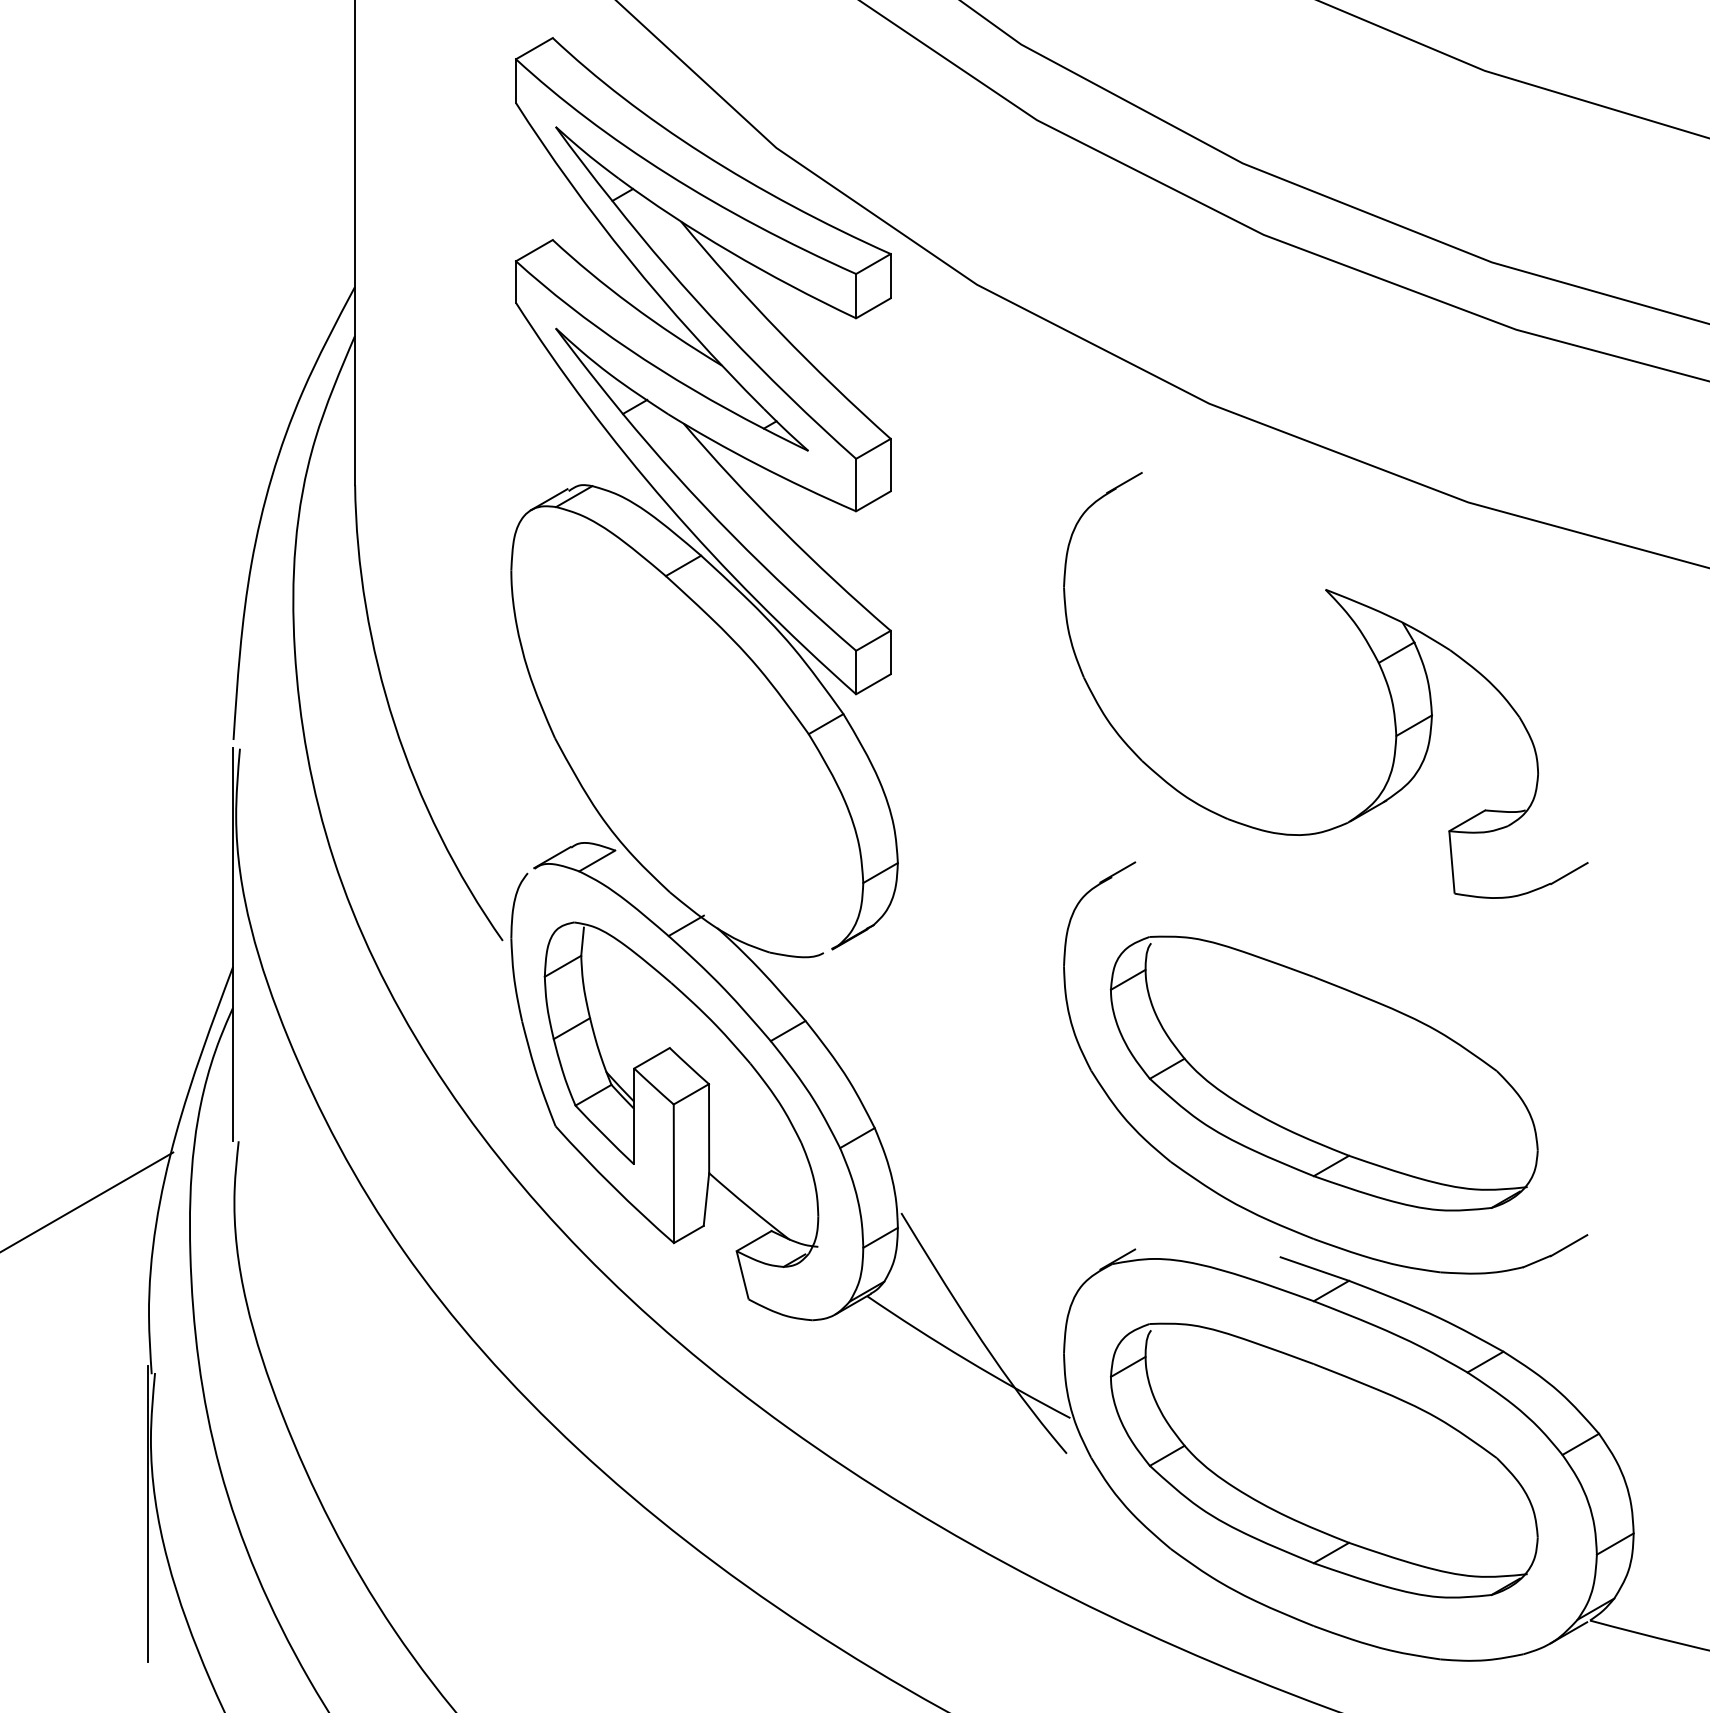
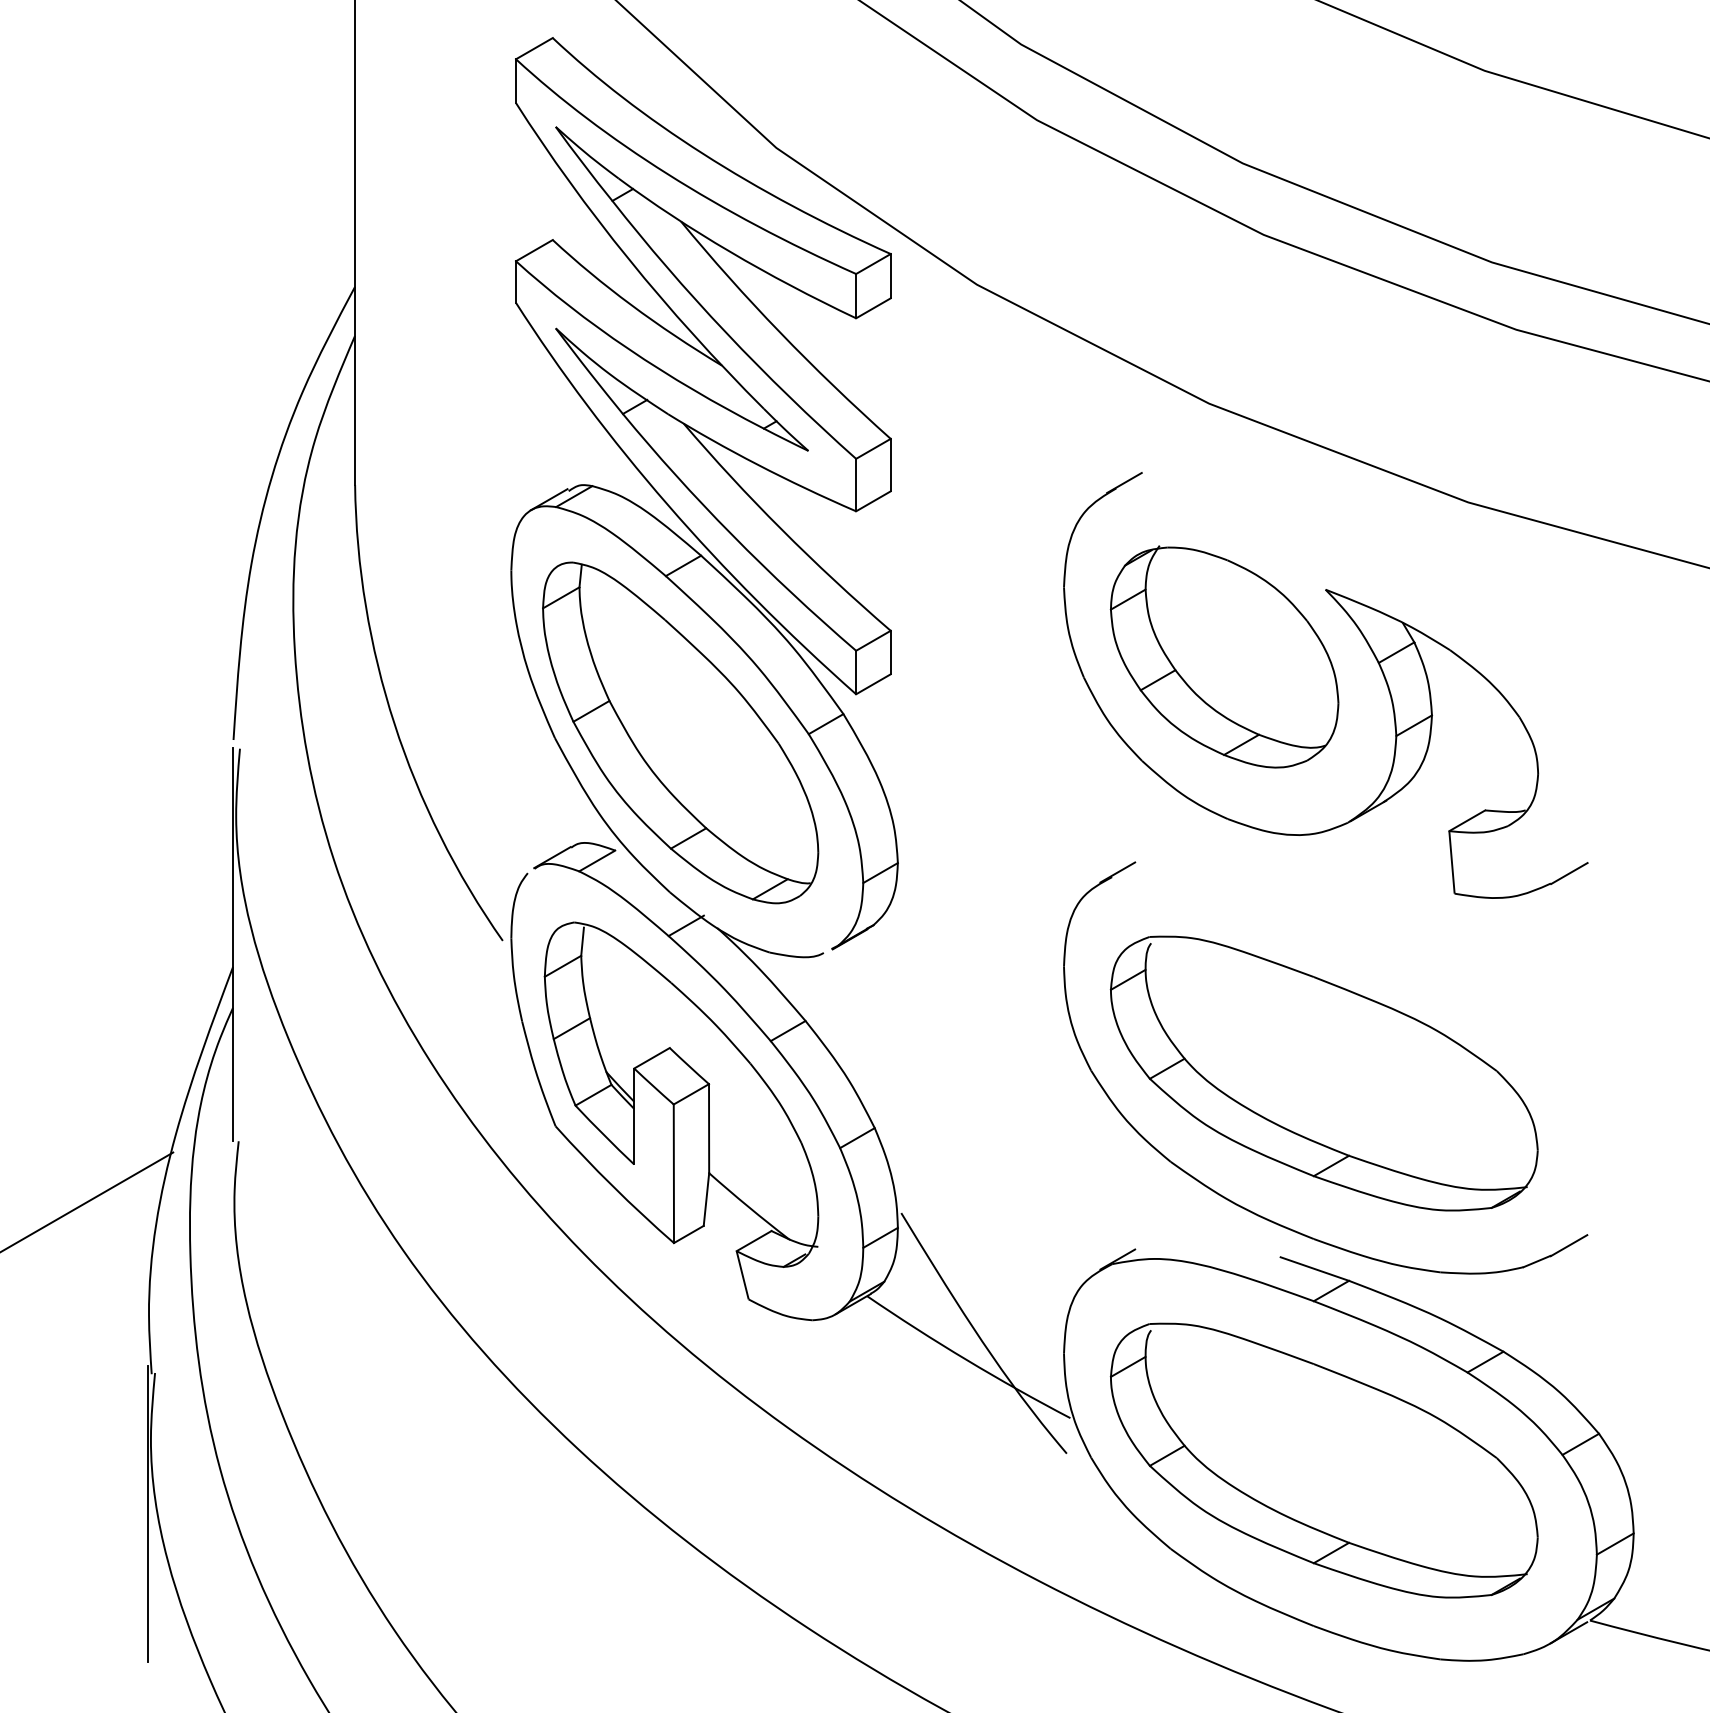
part at (1224, 656): none -> present
part at (680, 732): none -> present
